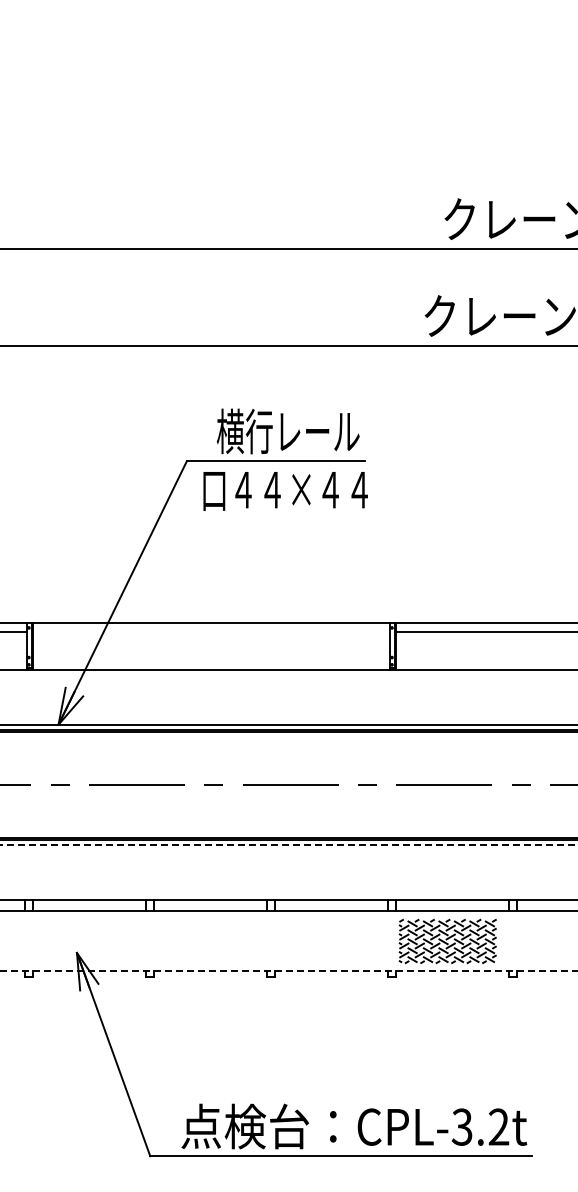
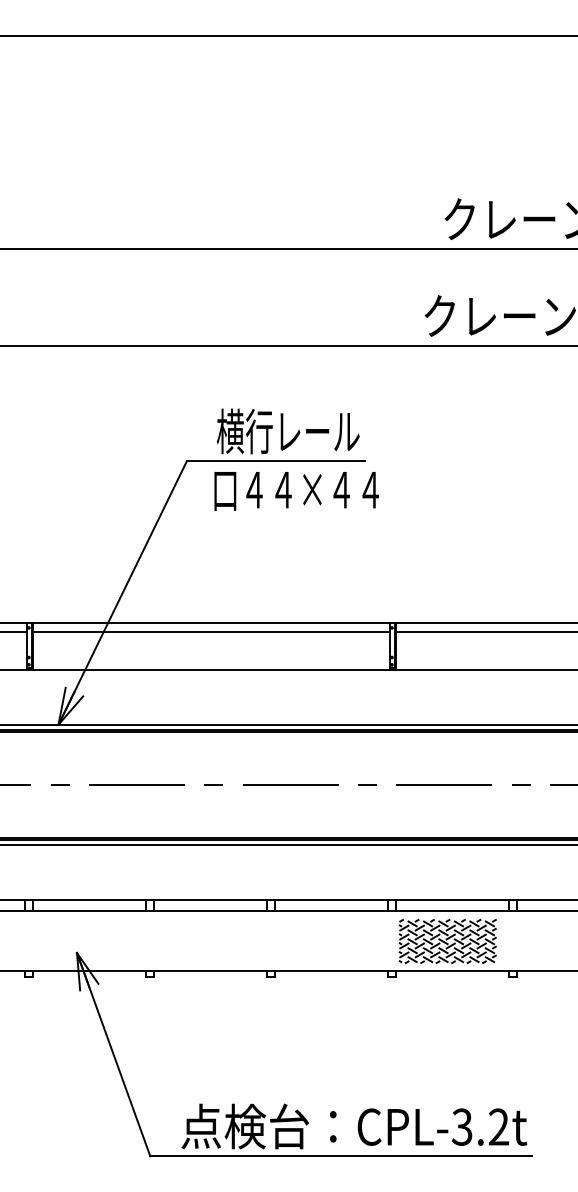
line at (288, 35): none -> present
text at (285, 491) position: (285, 491) -> (296, 491)
line at (210, 632): none -> present
line at (289, 845): dashed -> solid
line at (288, 971): dashed -> solid
